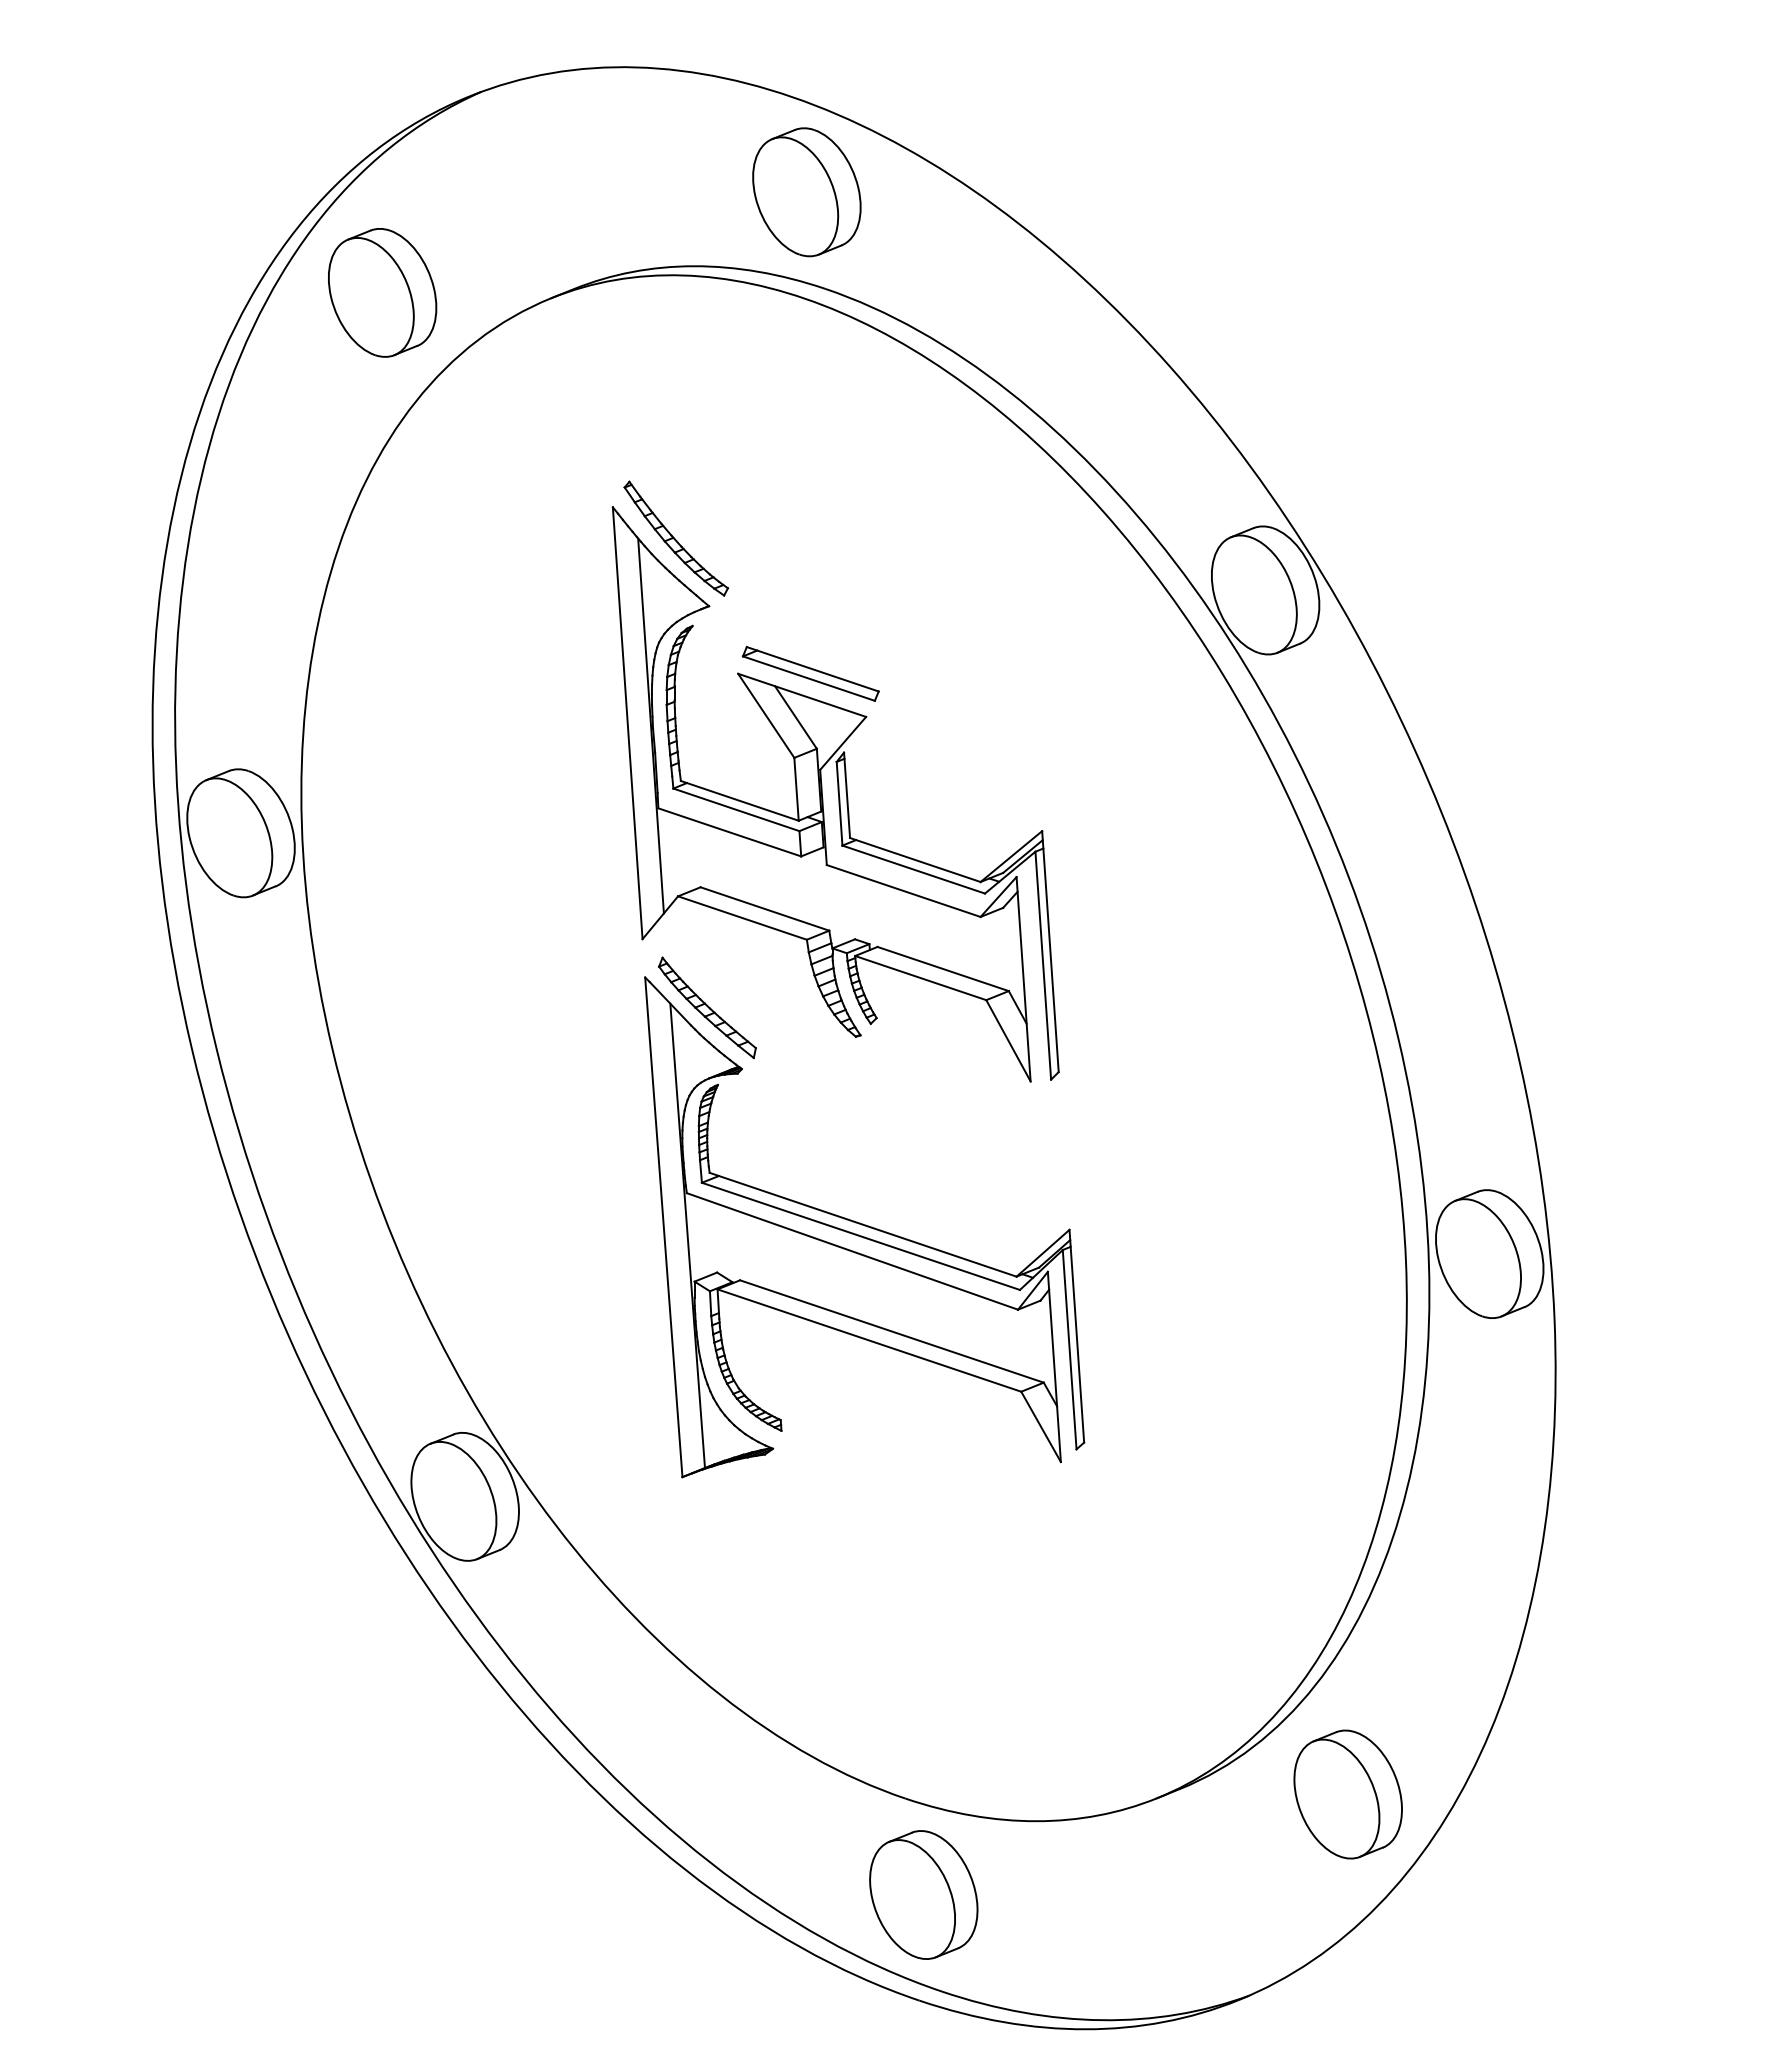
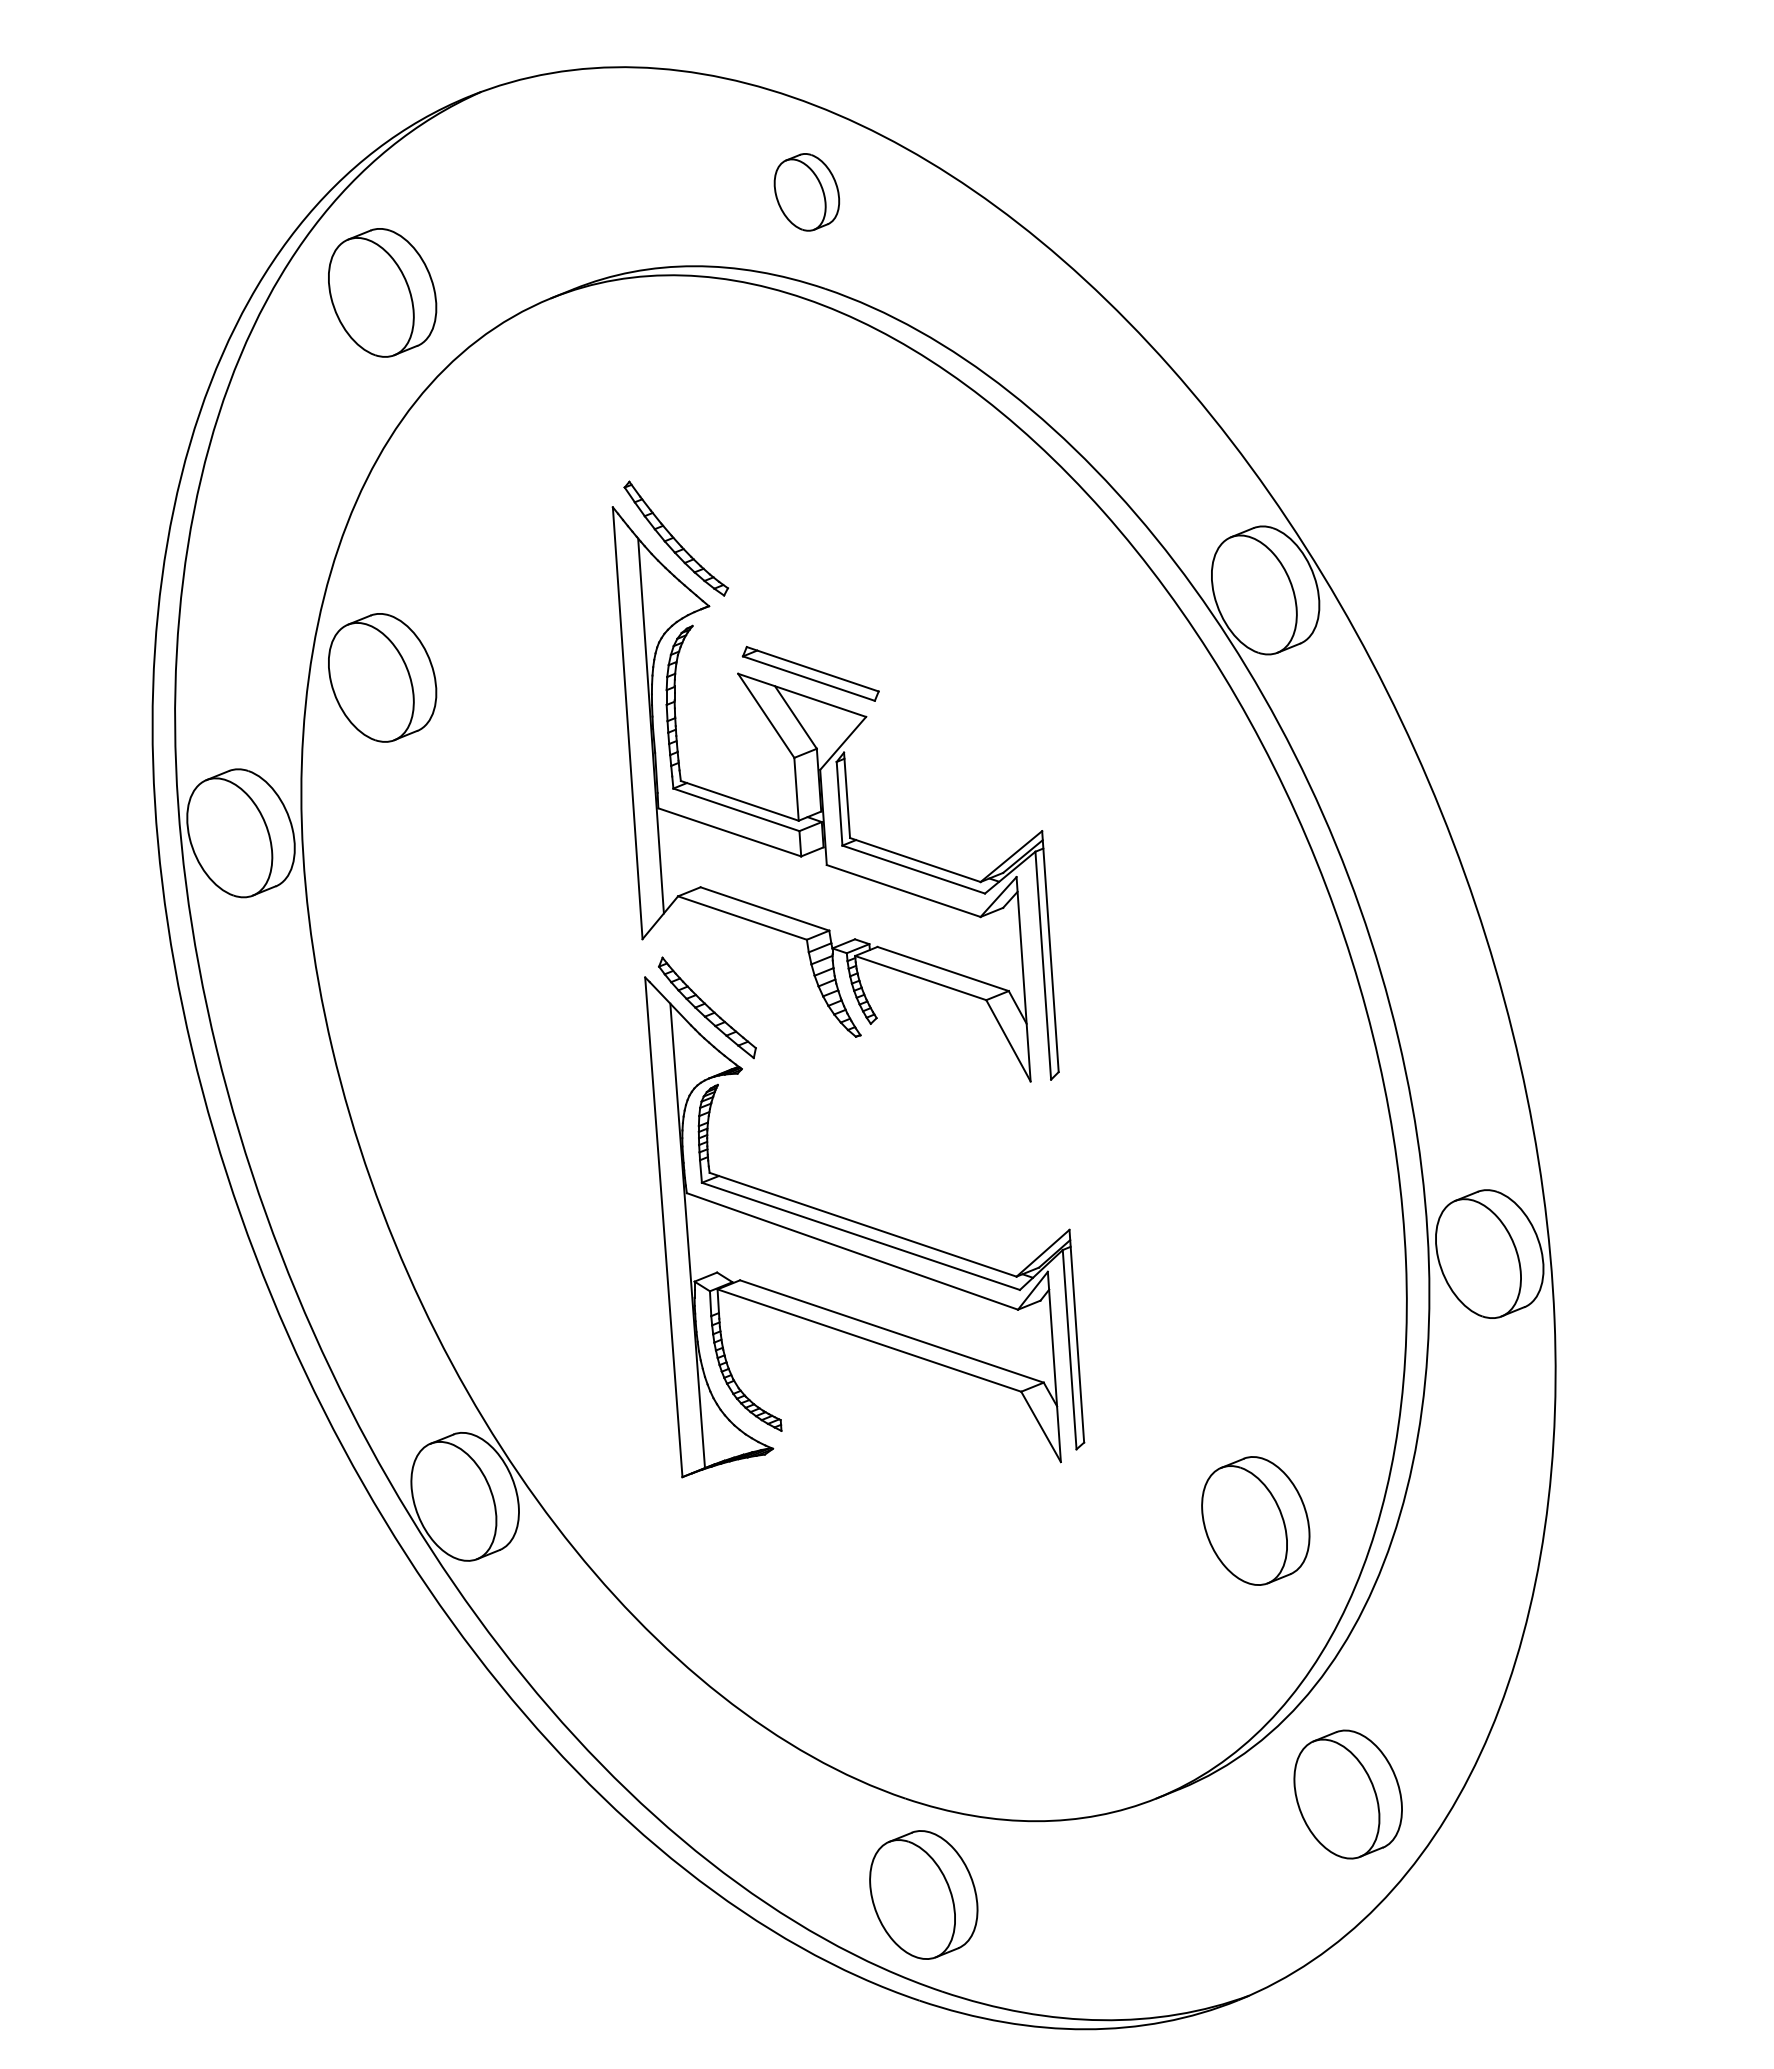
part at (806, 192) size: 110x131 px -> 68x79 px
part at (382, 677): none -> present
part at (1255, 1520): none -> present
